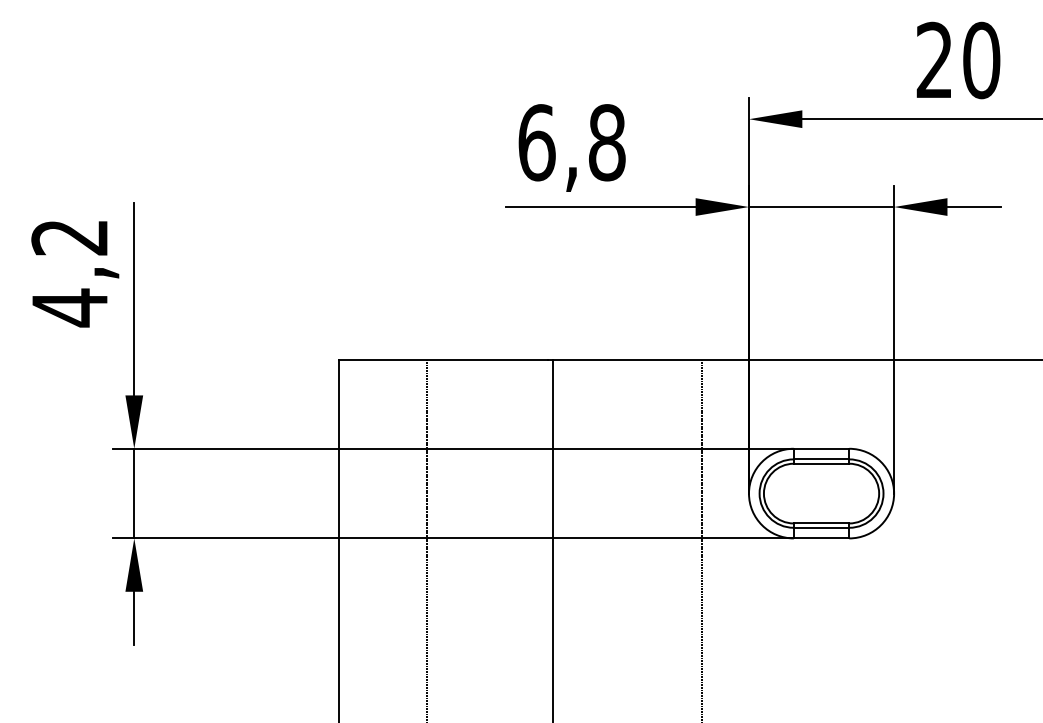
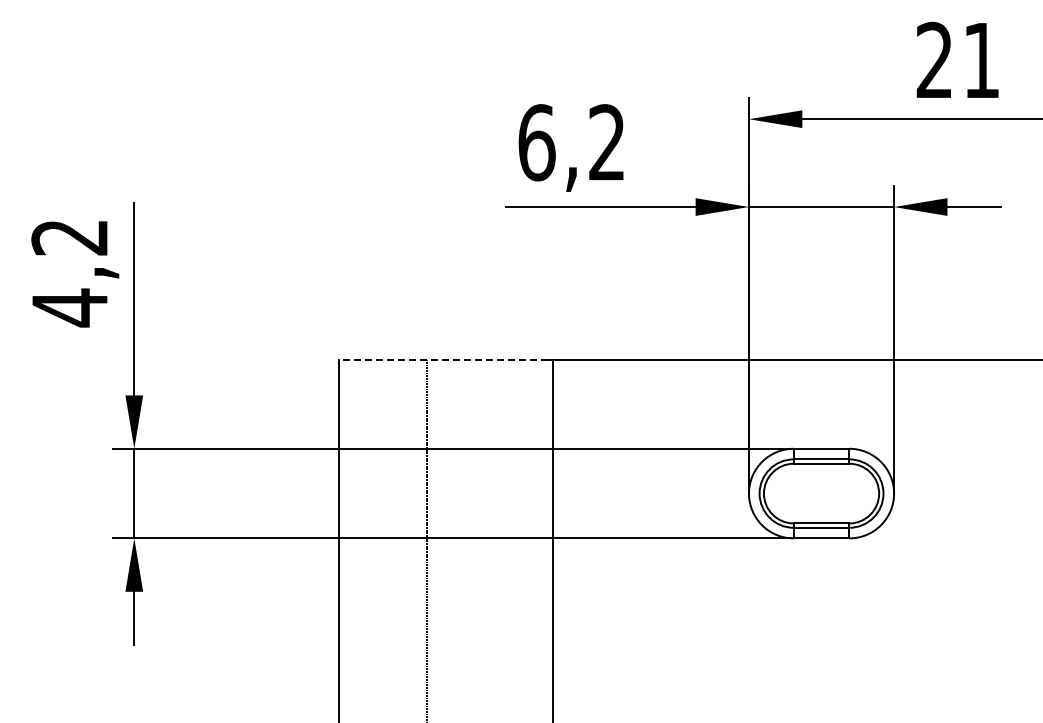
text at (981, 60): 20 -> 21
text at (607, 142): 6,8 -> 6,2
line at (442, 360): solid -> dashed
line at (701, 539): present -> none
